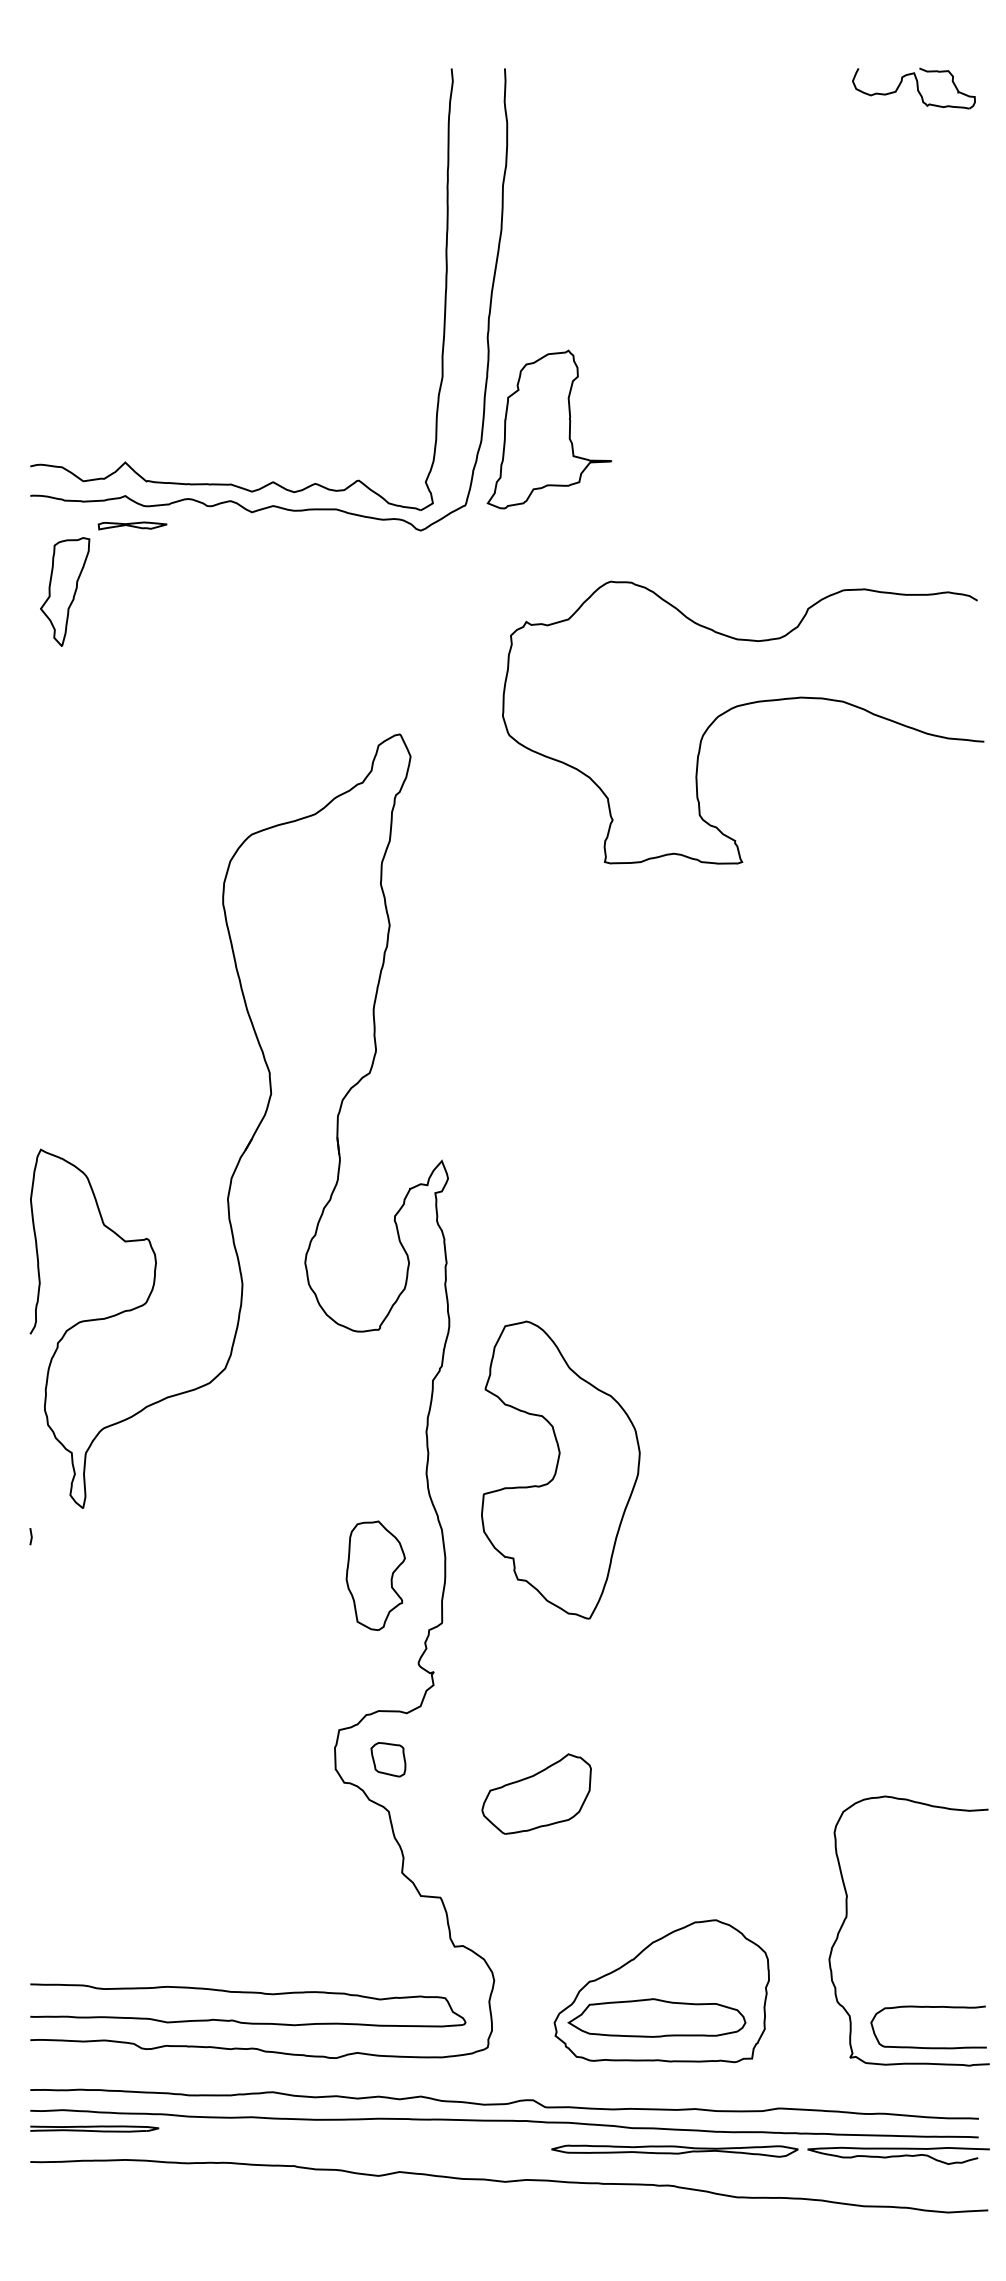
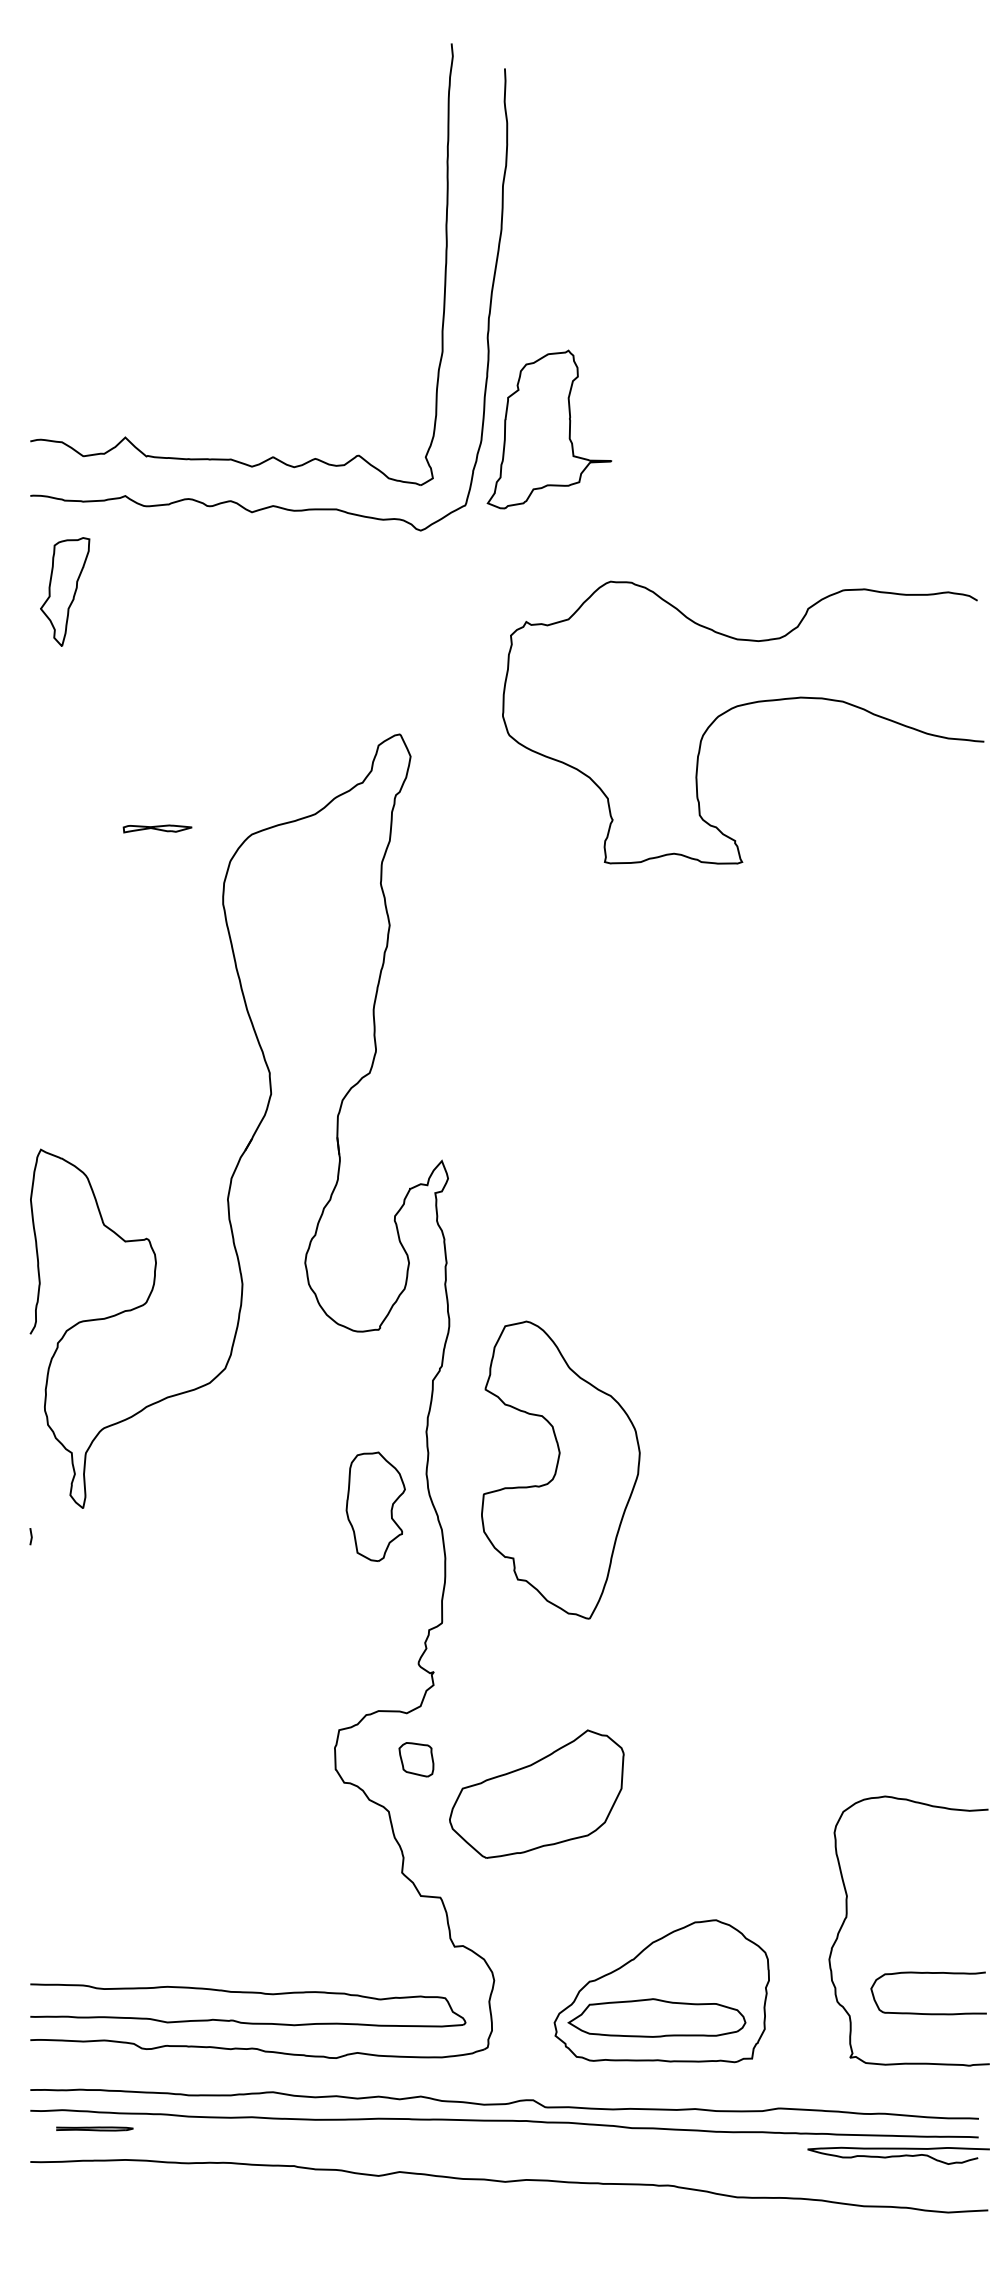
part at (913, 88): present -> none
part at (231, 483) position: (231, 483) -> (231, 458)
part at (132, 525) position: (132, 525) -> (157, 828)
part at (375, 1575) position: (375, 1575) -> (375, 1506)
part at (388, 1759) position: (388, 1759) -> (416, 1759)
part at (536, 1793) size: 111x82 px -> 176x130 px
curve at (928, 2007) position: (928, 2007) -> (928, 1973)
part at (94, 2128) size: 130x8 px -> 78x6 px
part at (674, 2150): present -> none
